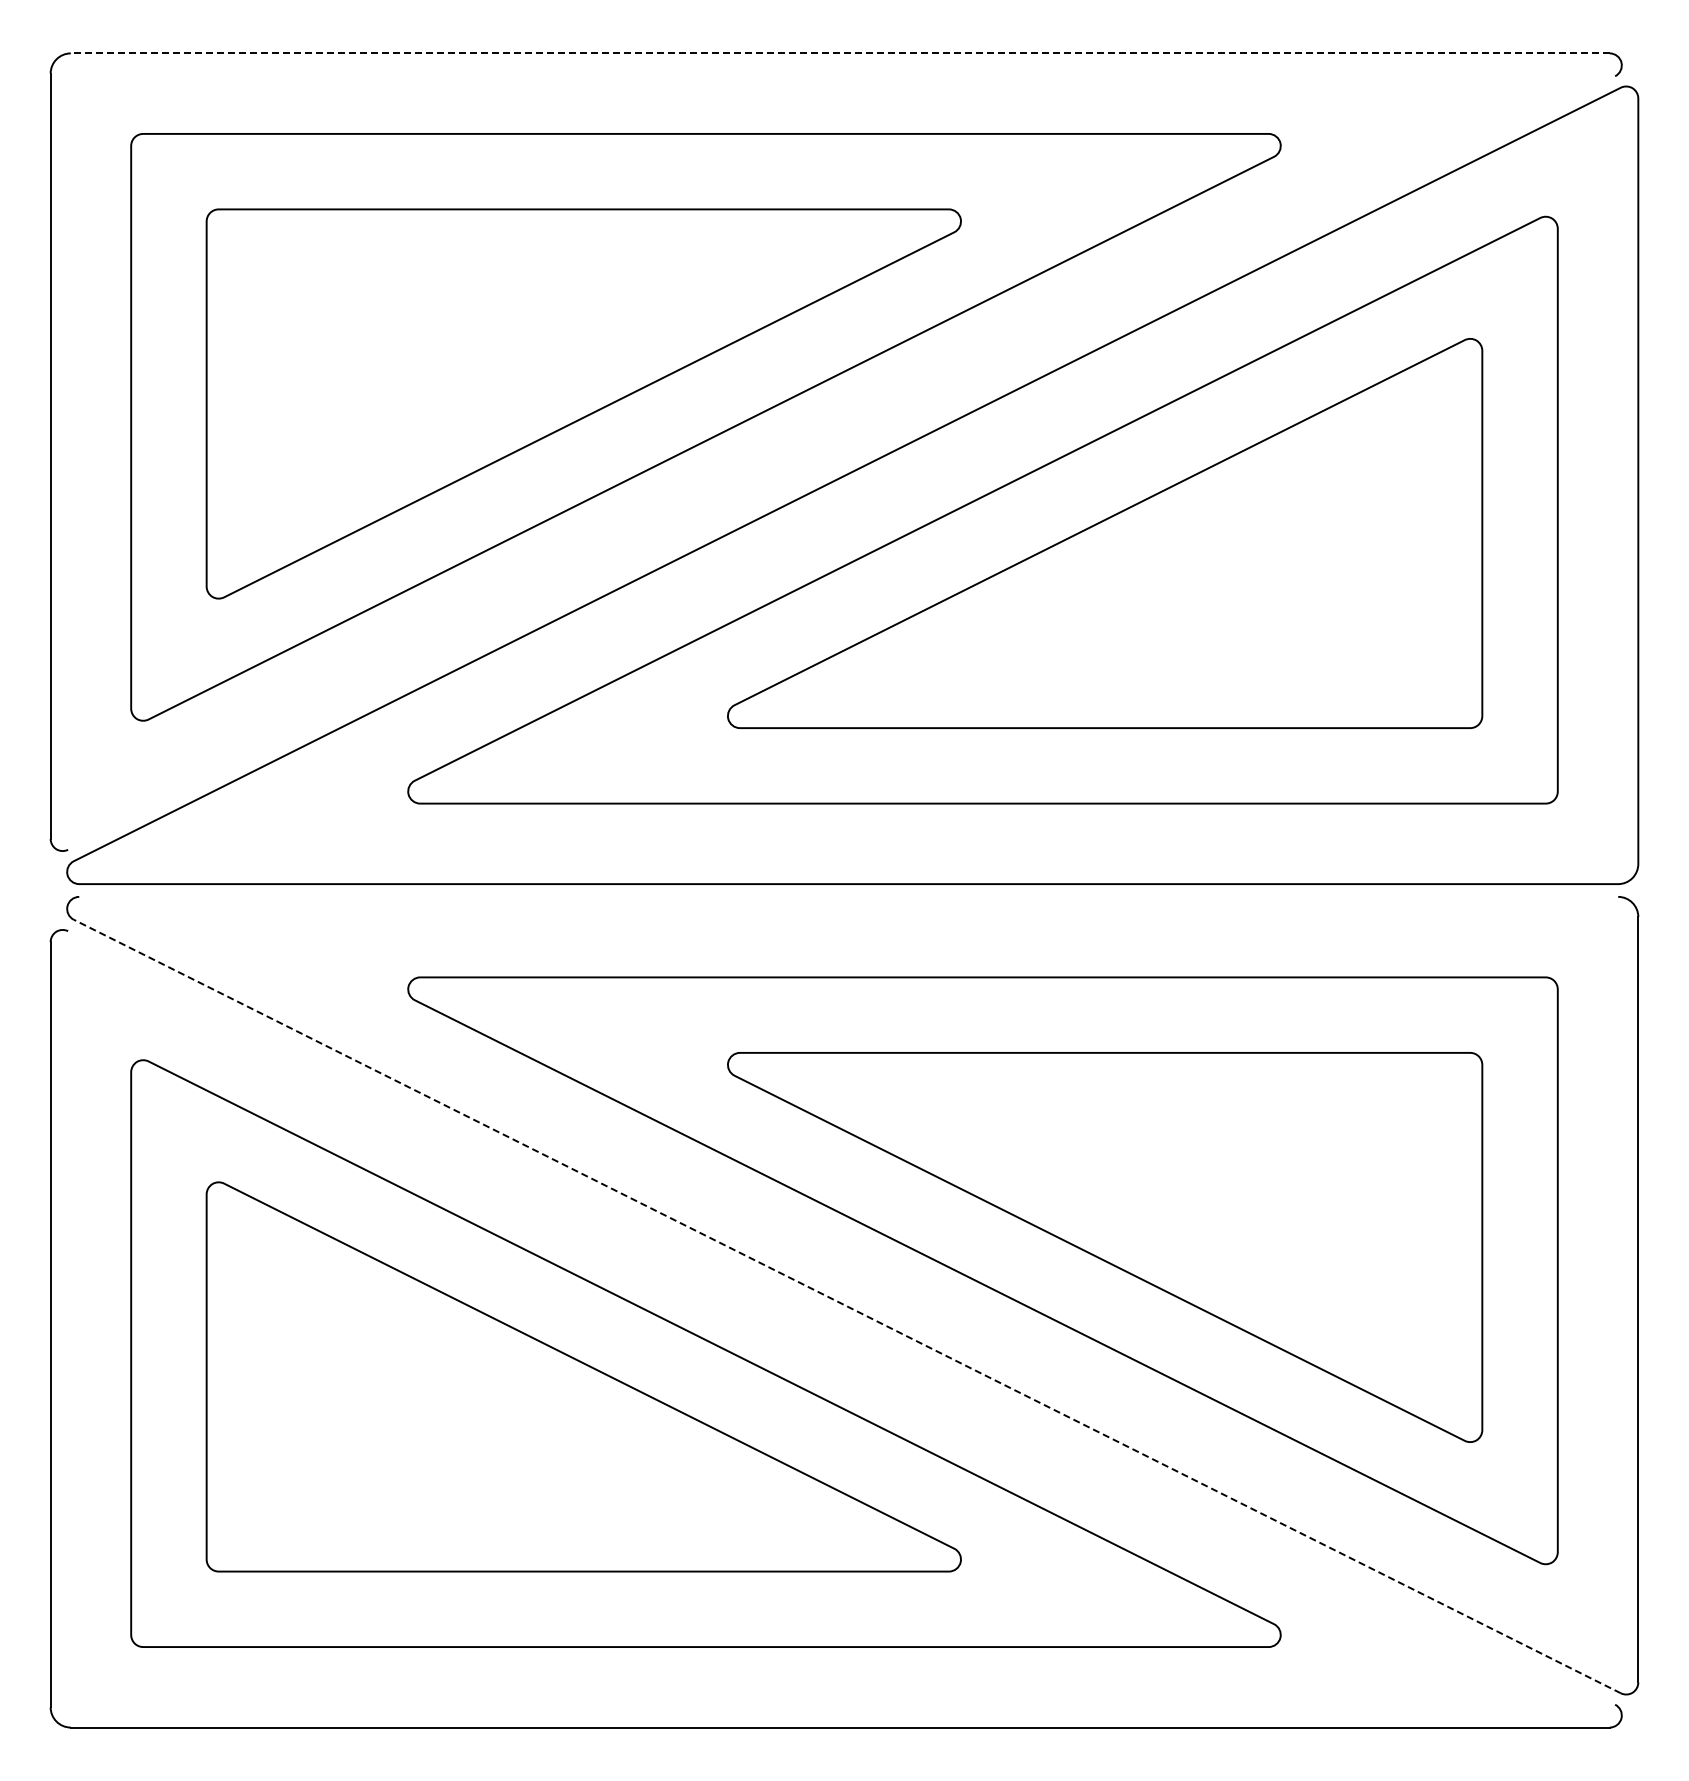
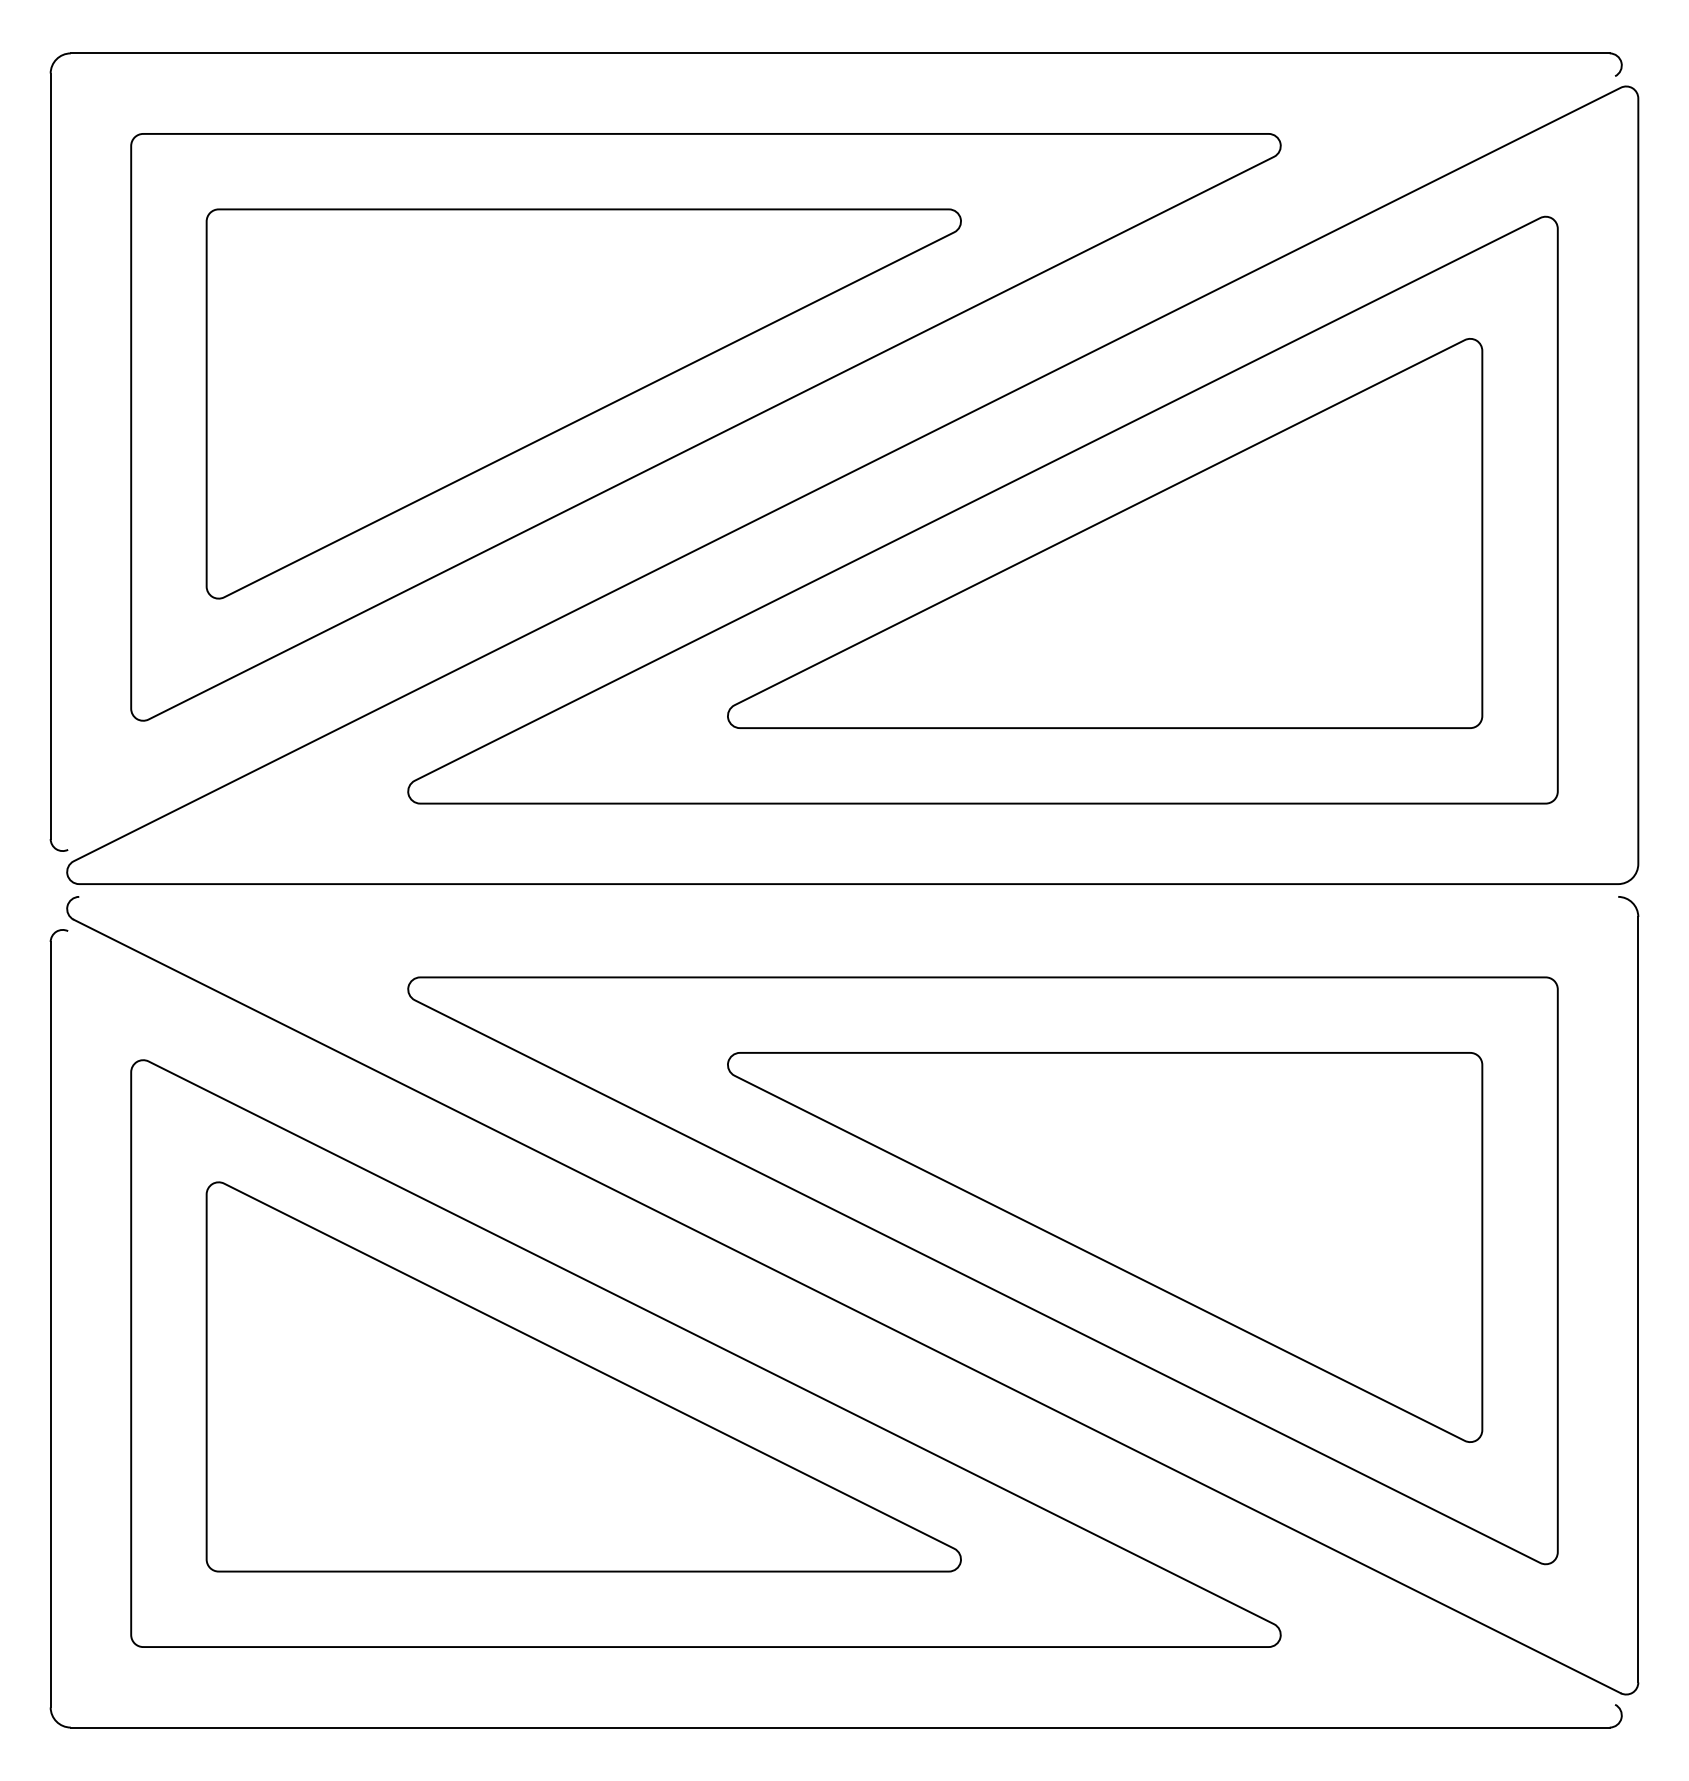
line at (839, 53): dashed -> solid
line at (847, 1306): dashed -> solid
